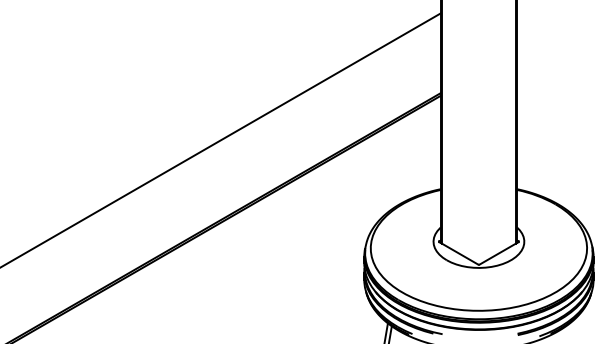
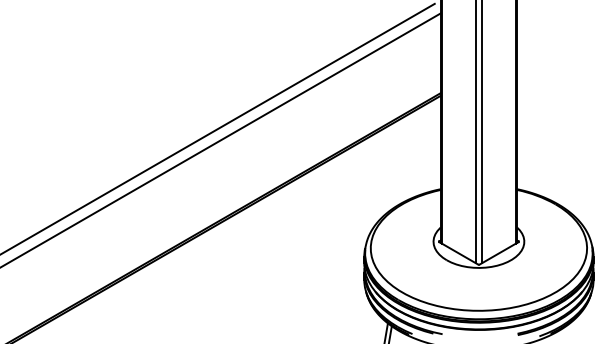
line at (218, 128): none -> present
line at (475, 132): none -> present
line at (482, 132): none -> present
